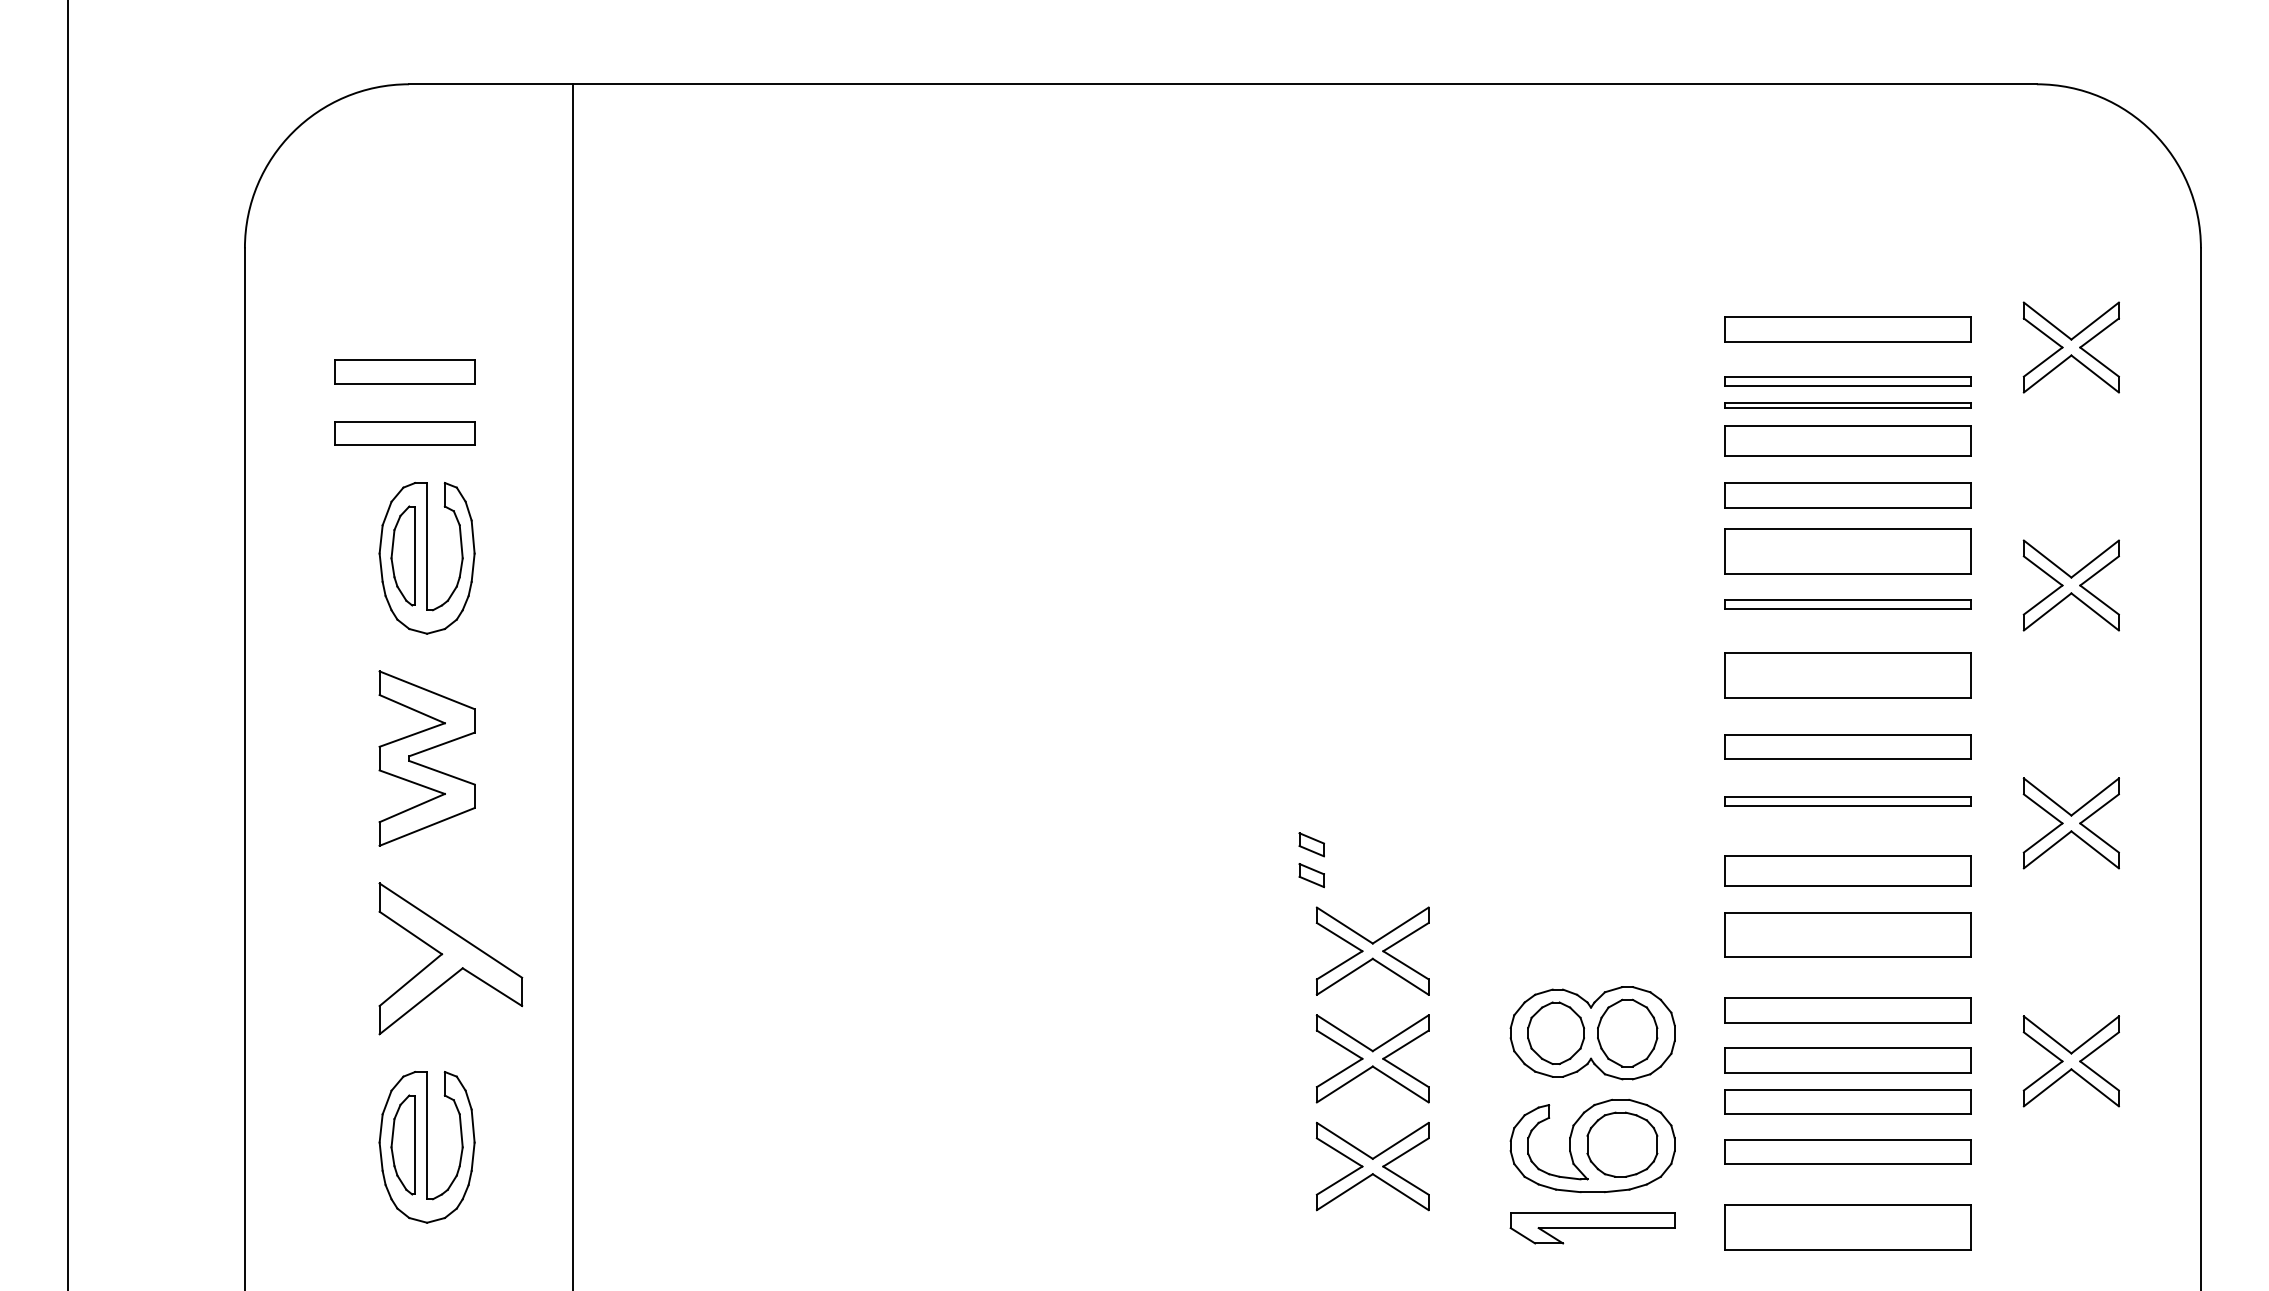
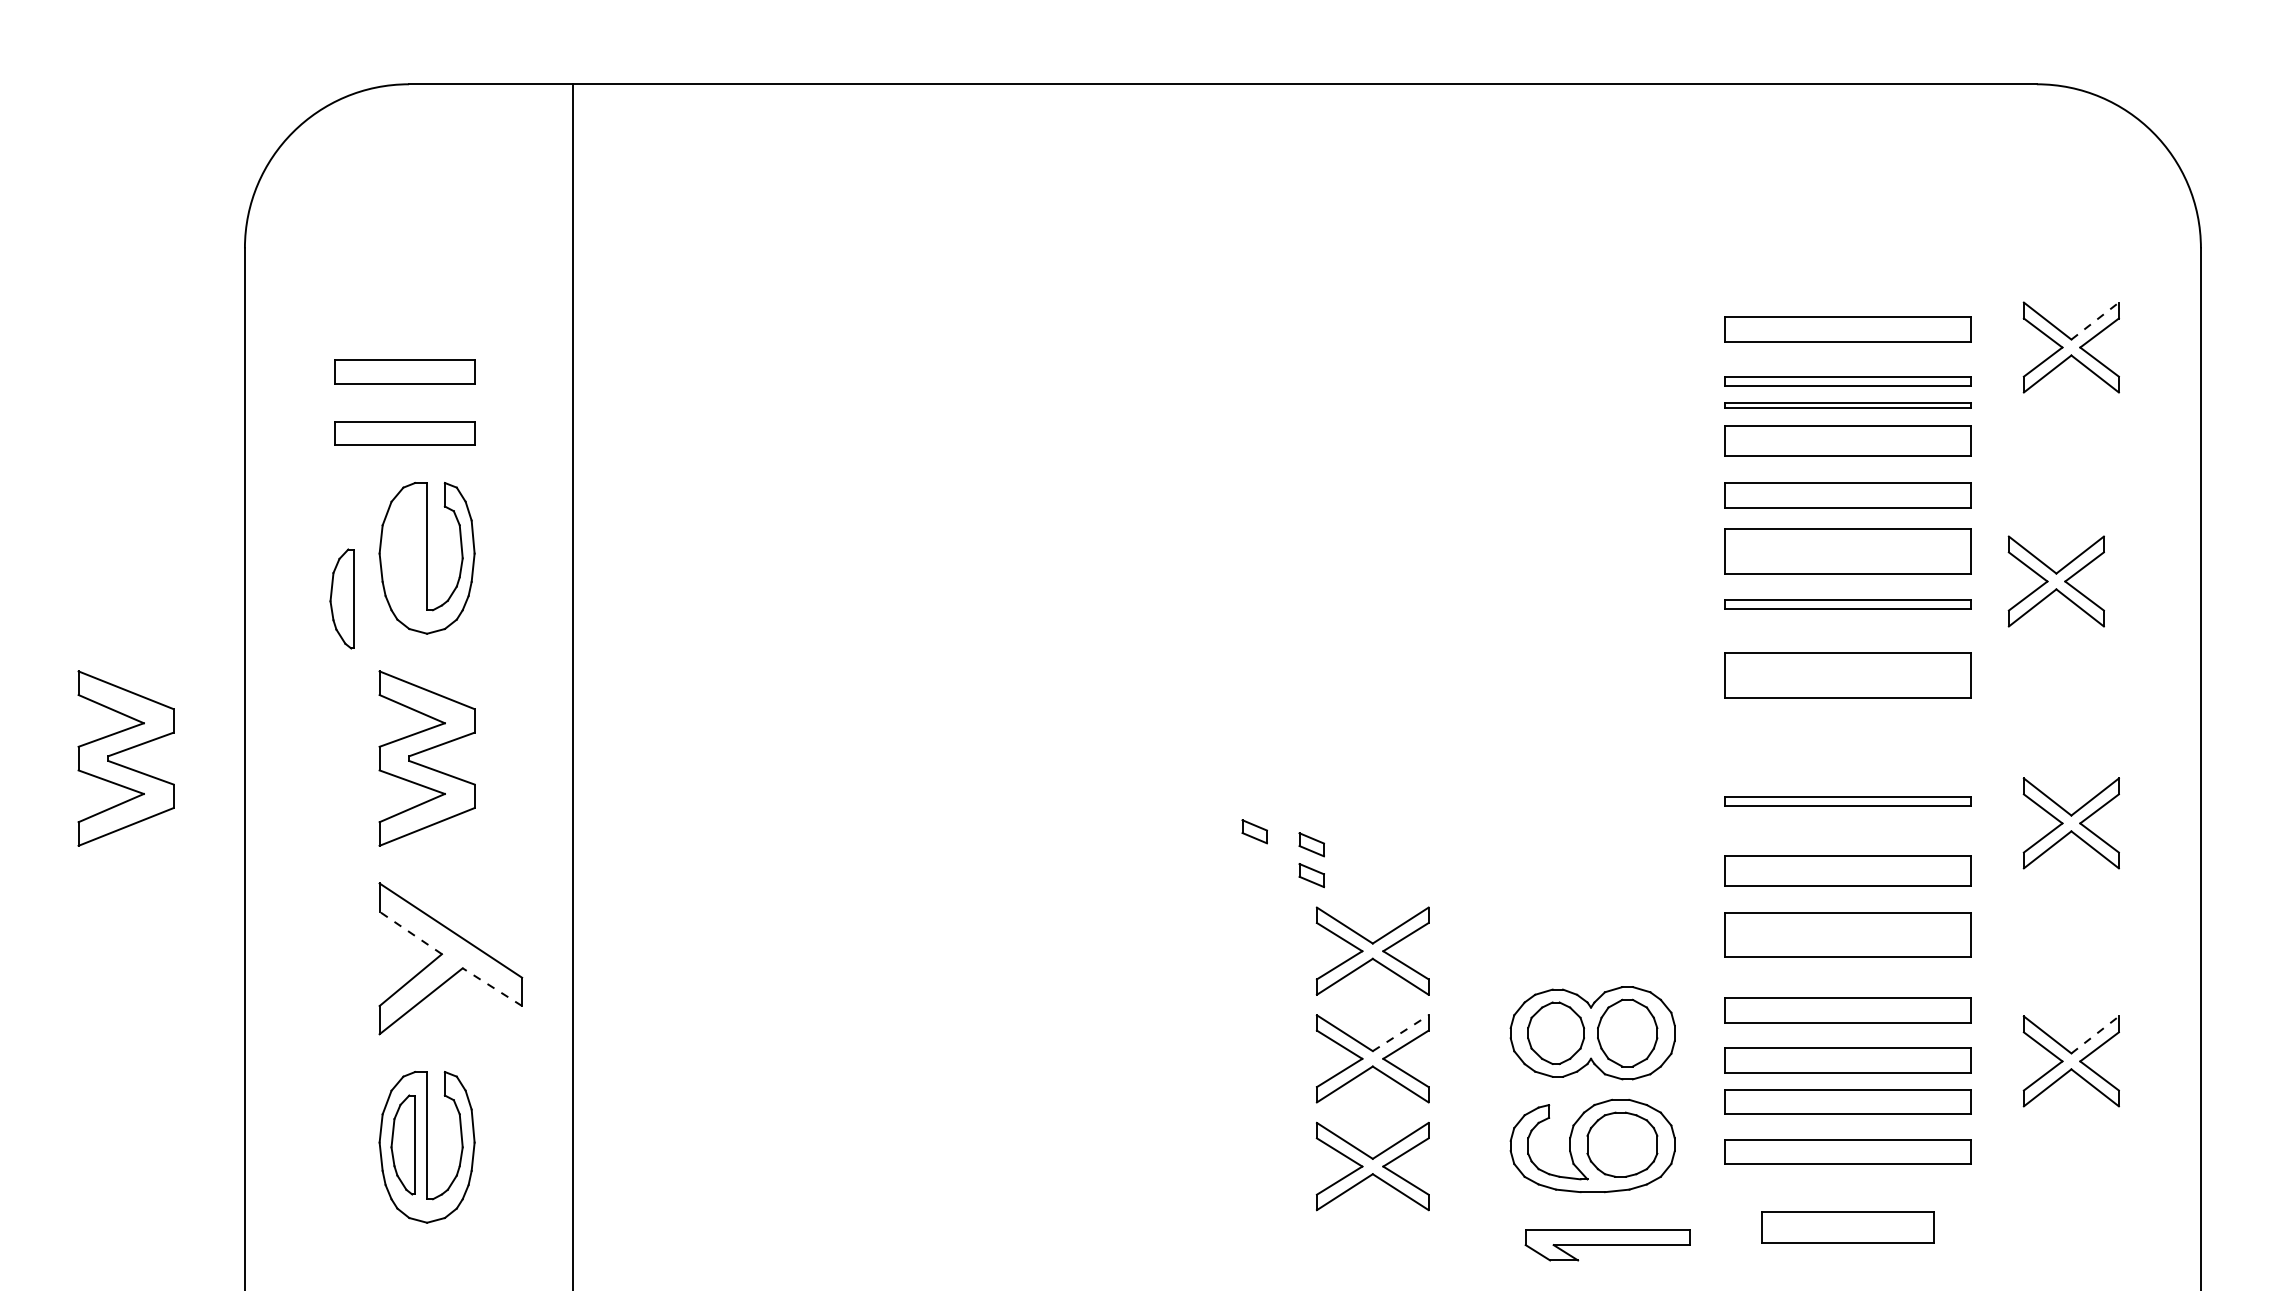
line at (2095, 320): solid -> dashed
part at (402, 555) position: (402, 555) -> (341, 598)
part at (2070, 585) position: (2070, 585) -> (2055, 581)
line at (68, 644): present -> none
part at (1847, 746): present -> none
part at (122, 752): none -> present
part at (1254, 831): none -> present
line at (410, 932): solid -> dashed
line at (492, 986): solid -> dashed
line at (1401, 1032): solid -> dashed
line at (2095, 1034): solid -> dashed
part at (1847, 1227) size: 248x47 px -> 174x33 px
part at (1592, 1228) position: (1592, 1228) -> (1607, 1245)
